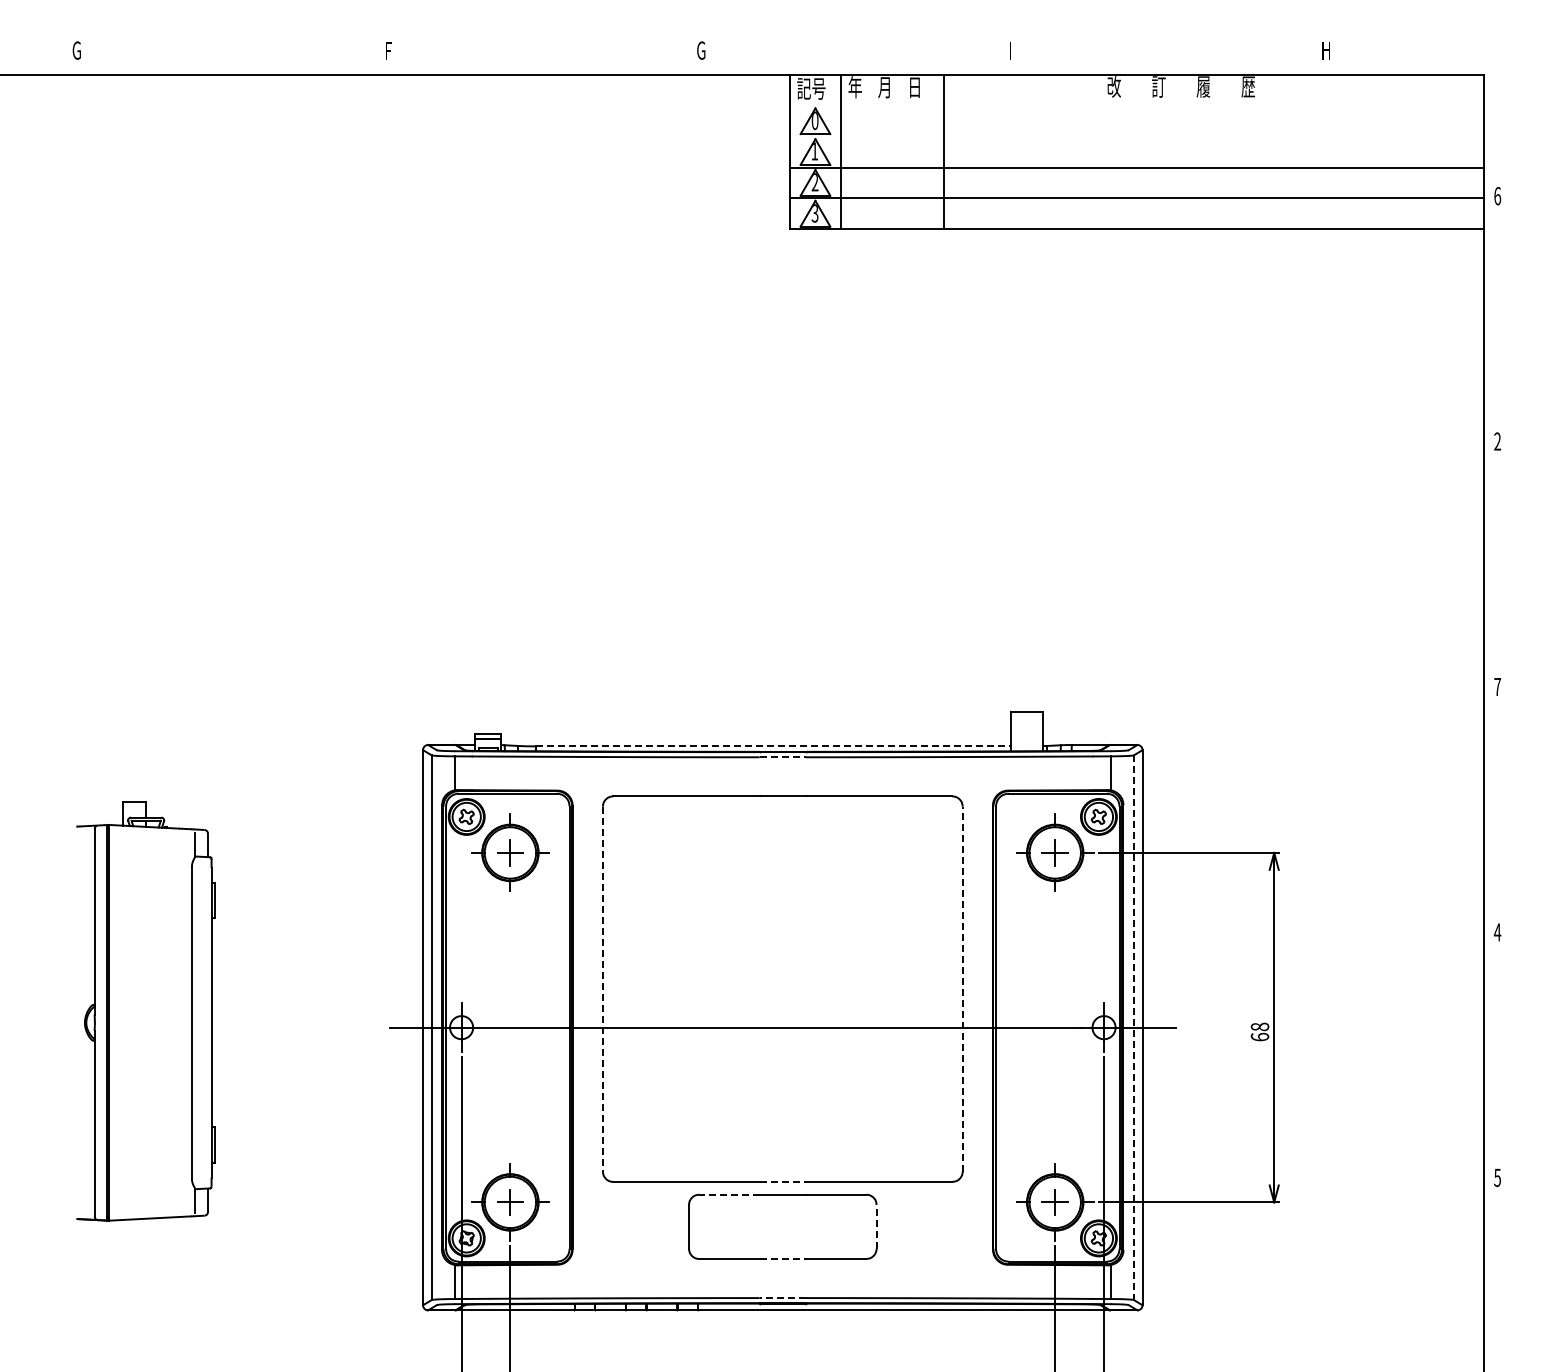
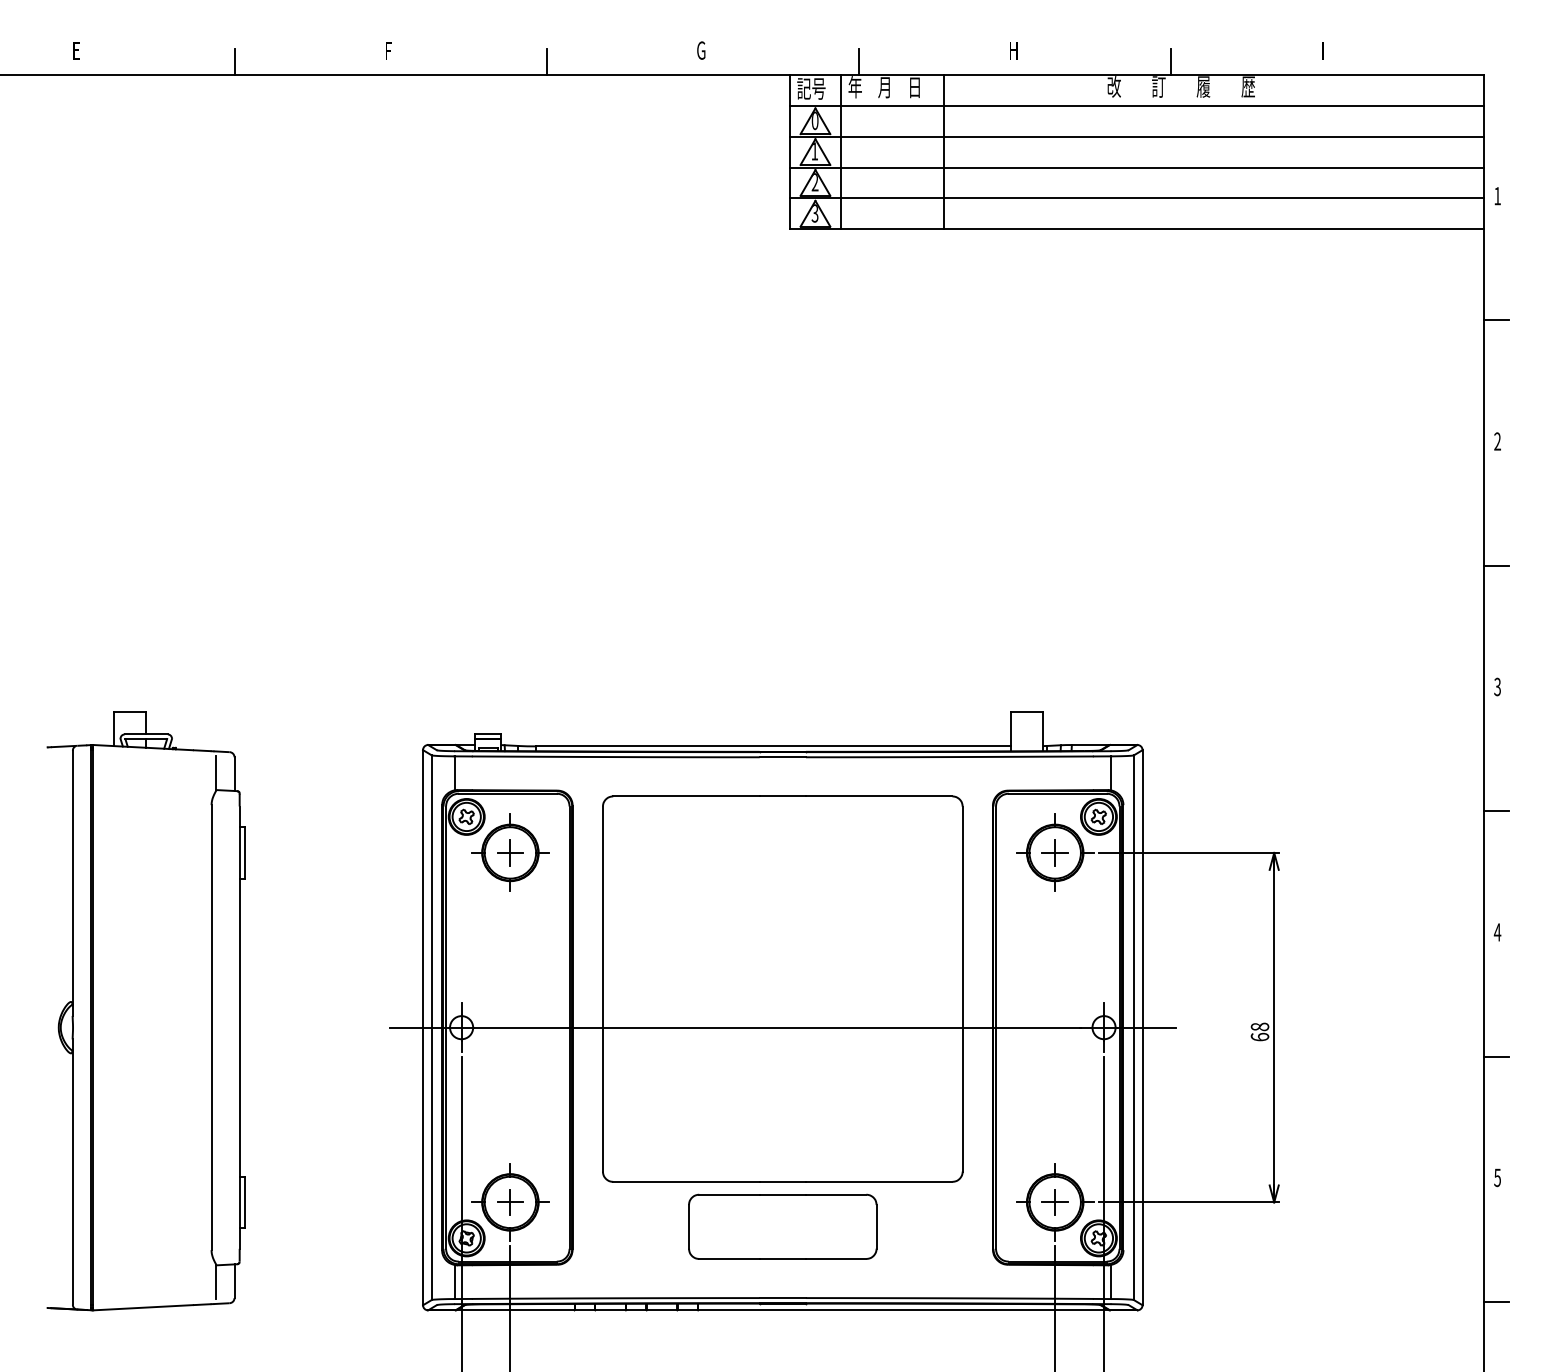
text at (76, 50): G -> E
text at (1014, 50): I -> H
text at (1326, 50): H -> I
line at (234, 62): none -> present
line at (546, 62): none -> present
line at (859, 62): none -> present
line at (1171, 62): none -> present
line at (1136, 105): none -> present
line at (1136, 136): none -> present
text at (1497, 195): 6 -> 1
line at (1496, 320): none -> present
line at (1496, 565): none -> present
text at (1497, 686): 7 -> 3
line at (774, 746): dashed -> solid
line at (783, 757): dashed -> solid
line at (1496, 811): none -> present
line at (962, 988): dashed -> solid
line at (602, 989): dashed -> solid
part at (145, 1011) size: 140x421 px -> 200x601 px
line at (1133, 1028): dashed -> solid
line at (1496, 1056): none -> present
line at (783, 1181): dashed -> solid
line at (729, 1194): dashed -> solid
line at (876, 1226): dashed -> solid
line at (783, 1258): dashed -> solid
line at (782, 1298): dashed -> solid
line at (1496, 1302): none -> present
